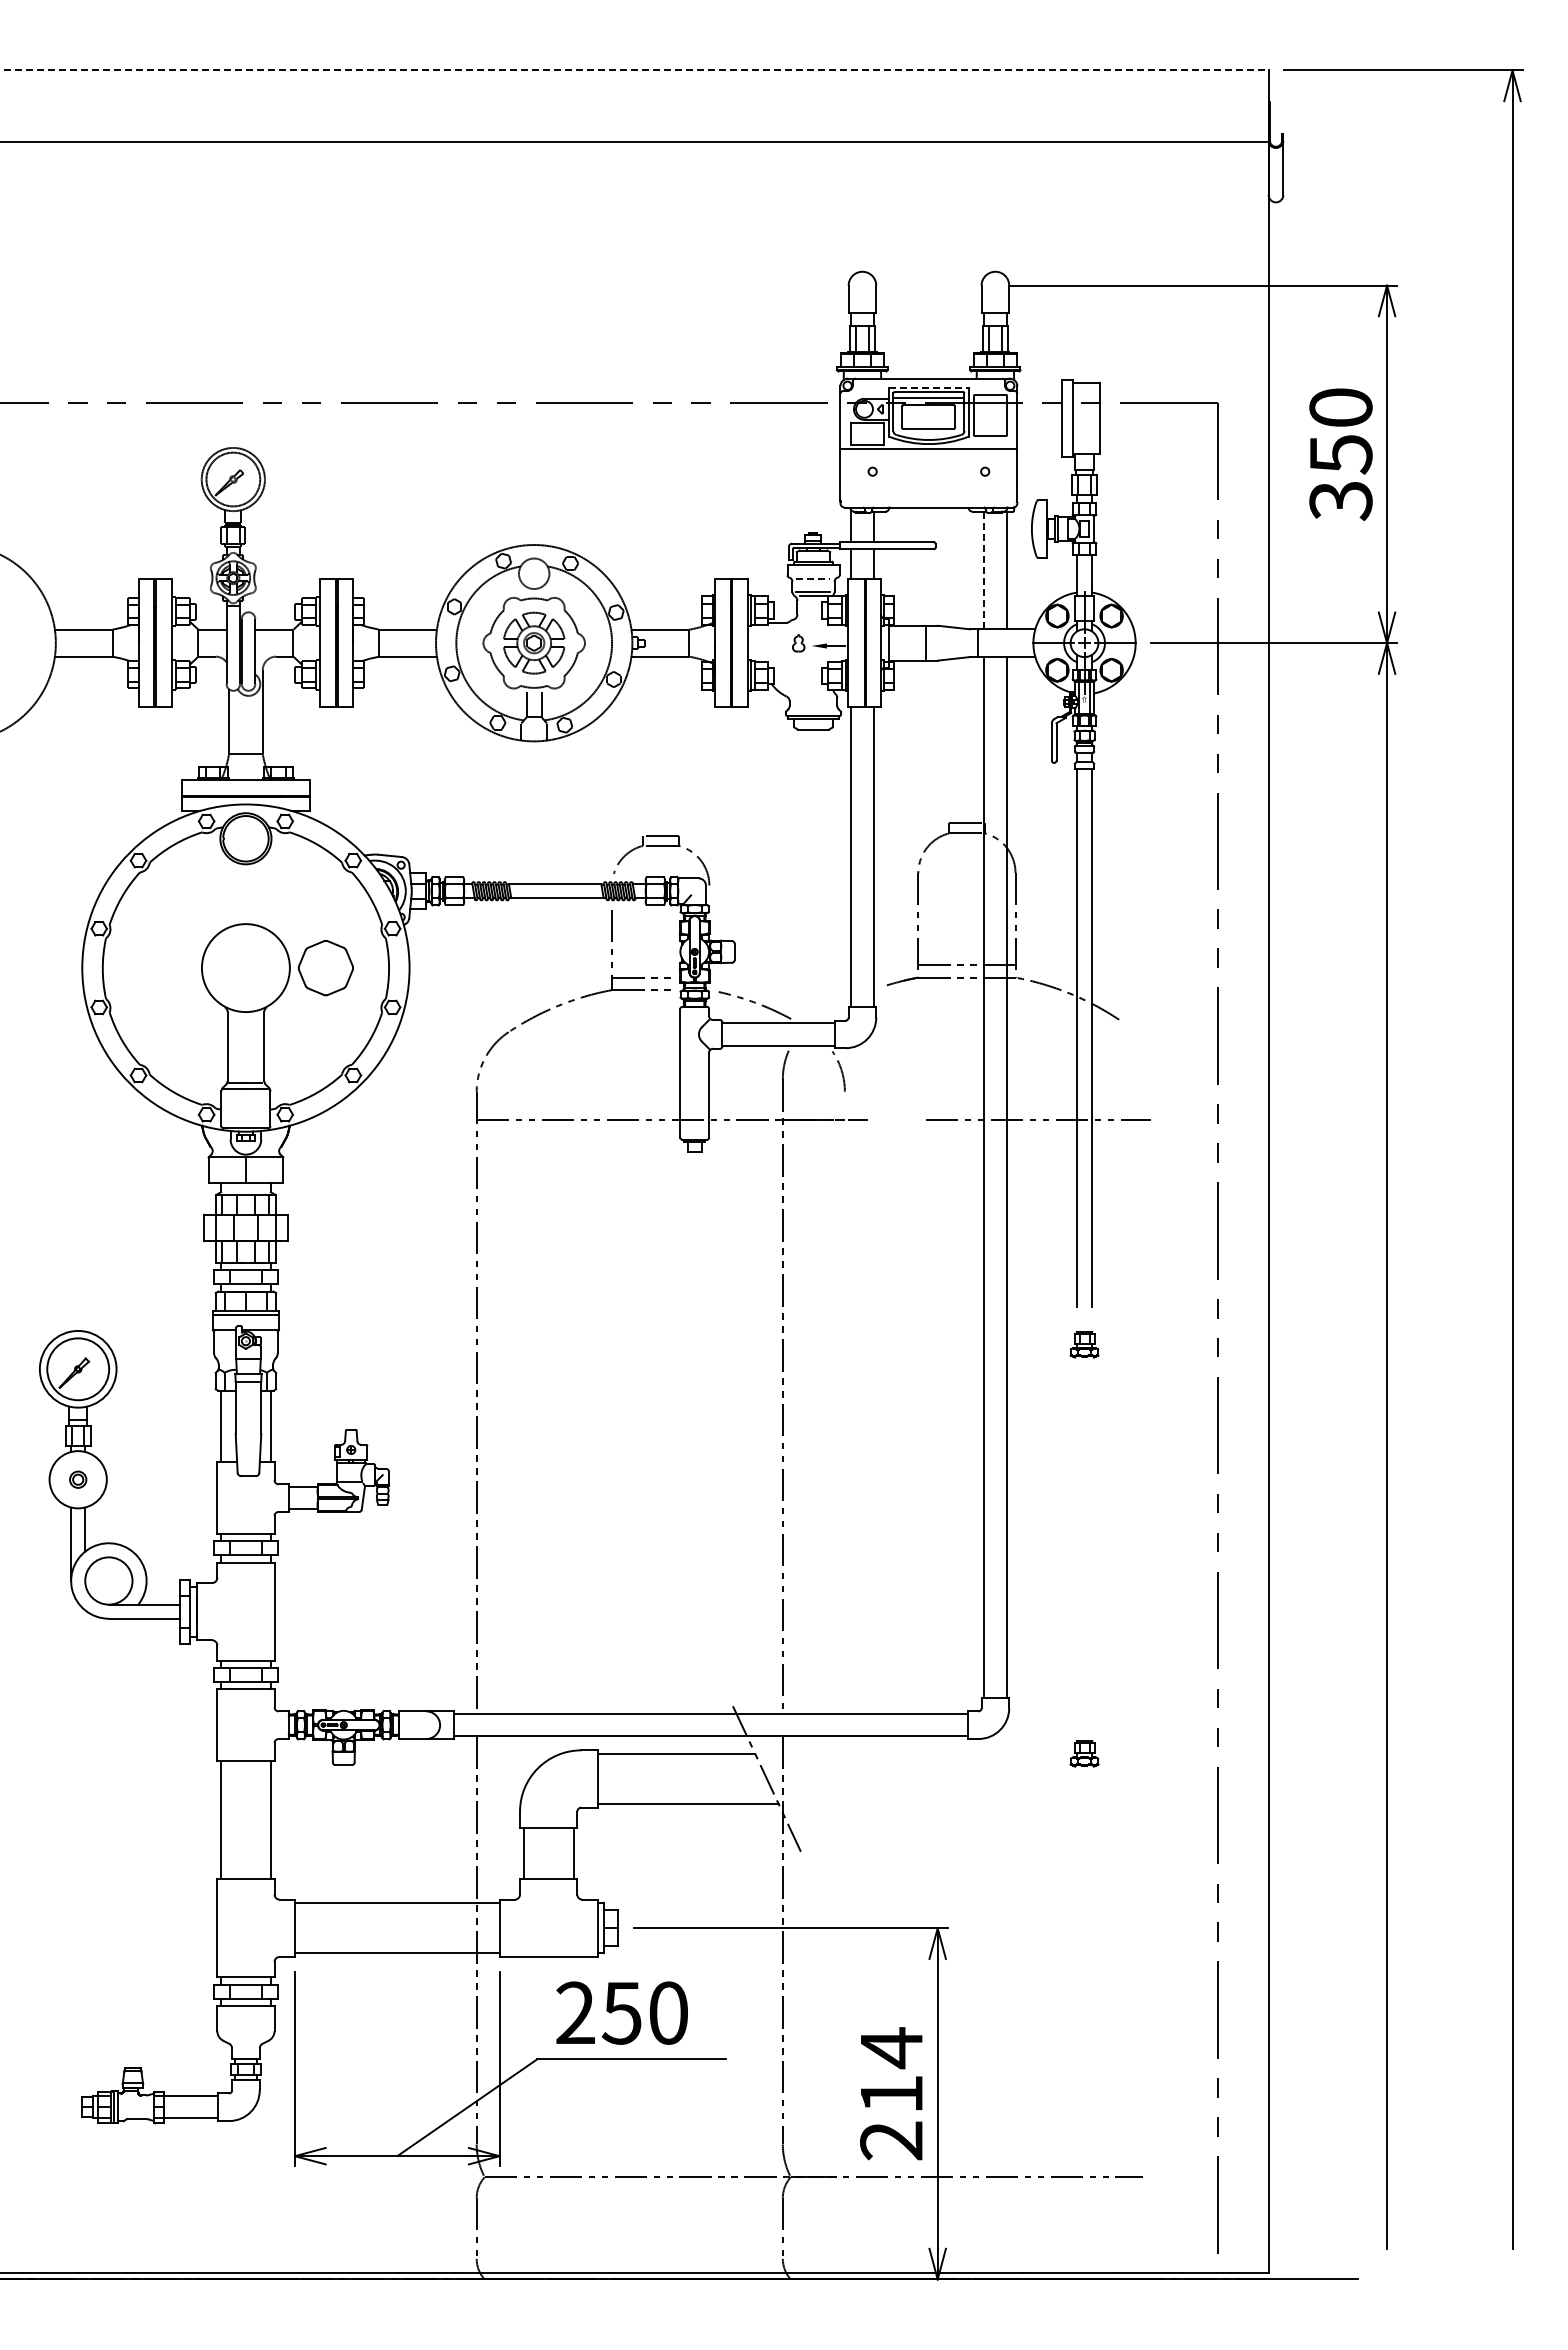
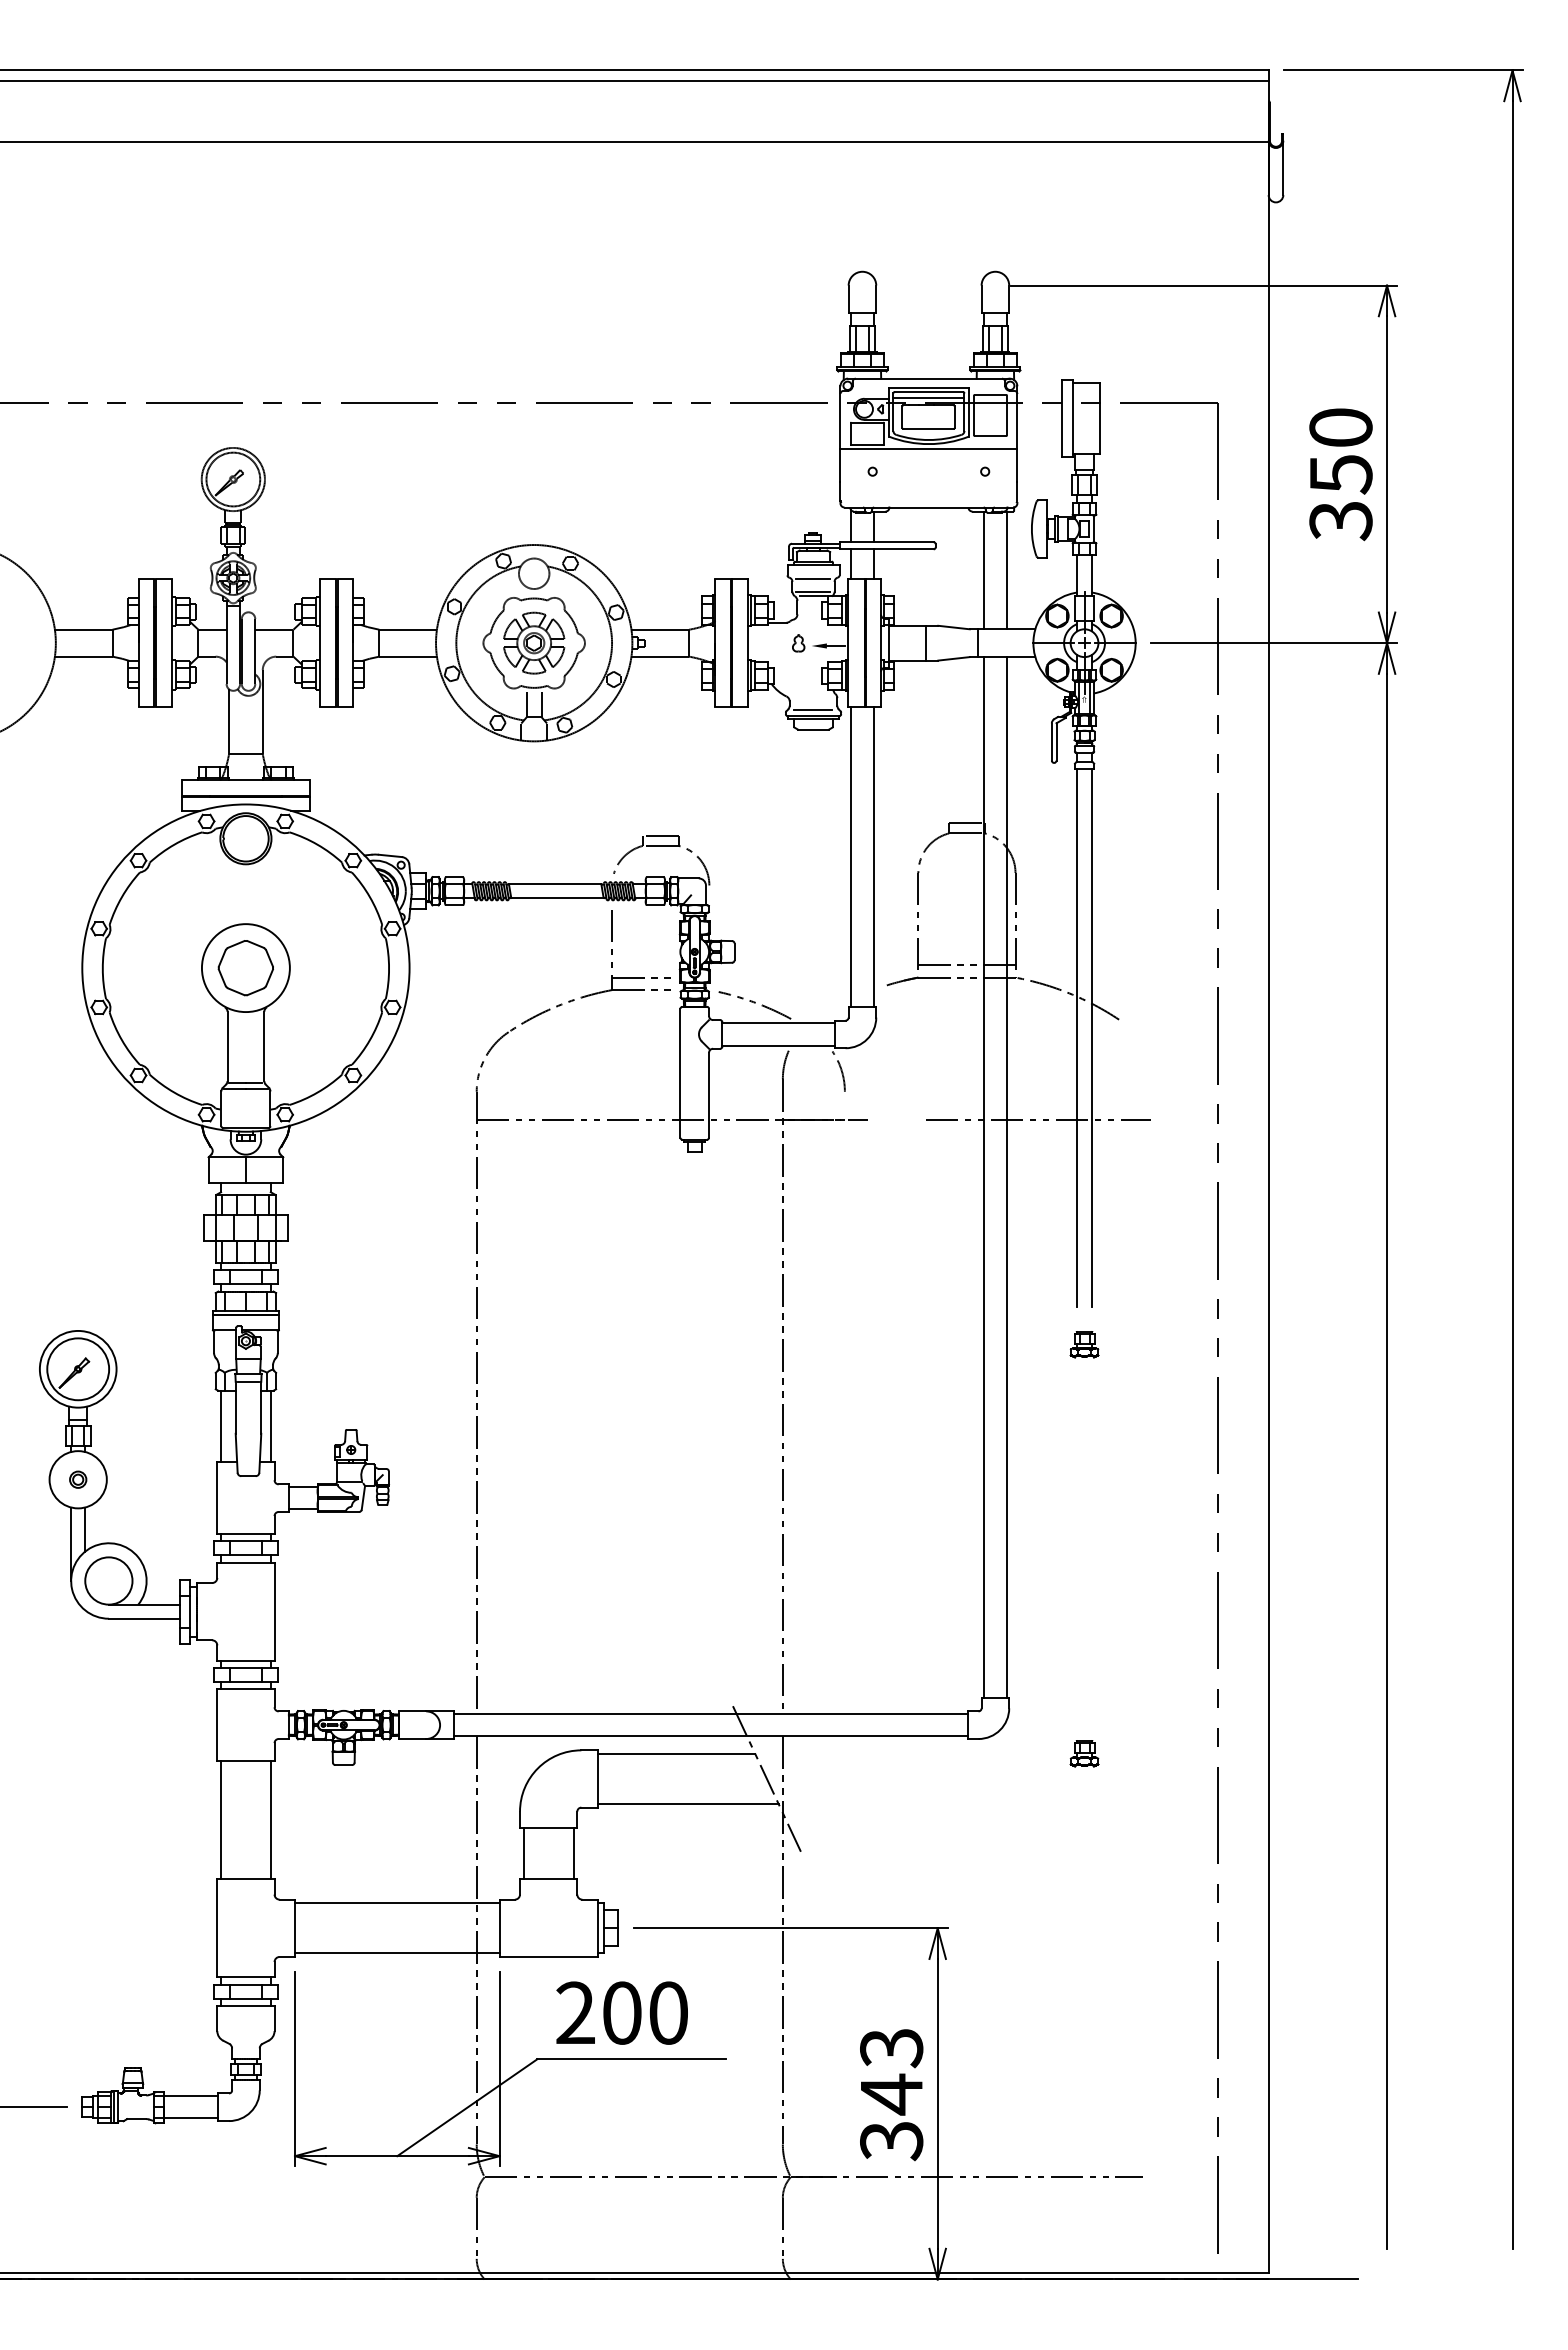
line at (634, 70): dashed -> solid
line at (635, 80): none -> present
line at (928, 387): dashed -> solid
text at (1340, 454) position: (1340, 454) -> (1340, 474)
line at (984, 570): dashed -> solid
line at (813, 579): dashed -> solid
line at (812, 709): none -> present
part at (325, 968) position: (325, 968) -> (245, 968)
text at (621, 2012): 250 -> 200
text at (891, 2094): 214 -> 343
line at (34, 2107): none -> present
